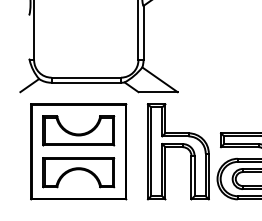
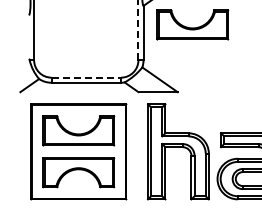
part at (192, 24): none -> present
line at (138, 30): solid -> dashed
line at (86, 77): solid -> dashed
